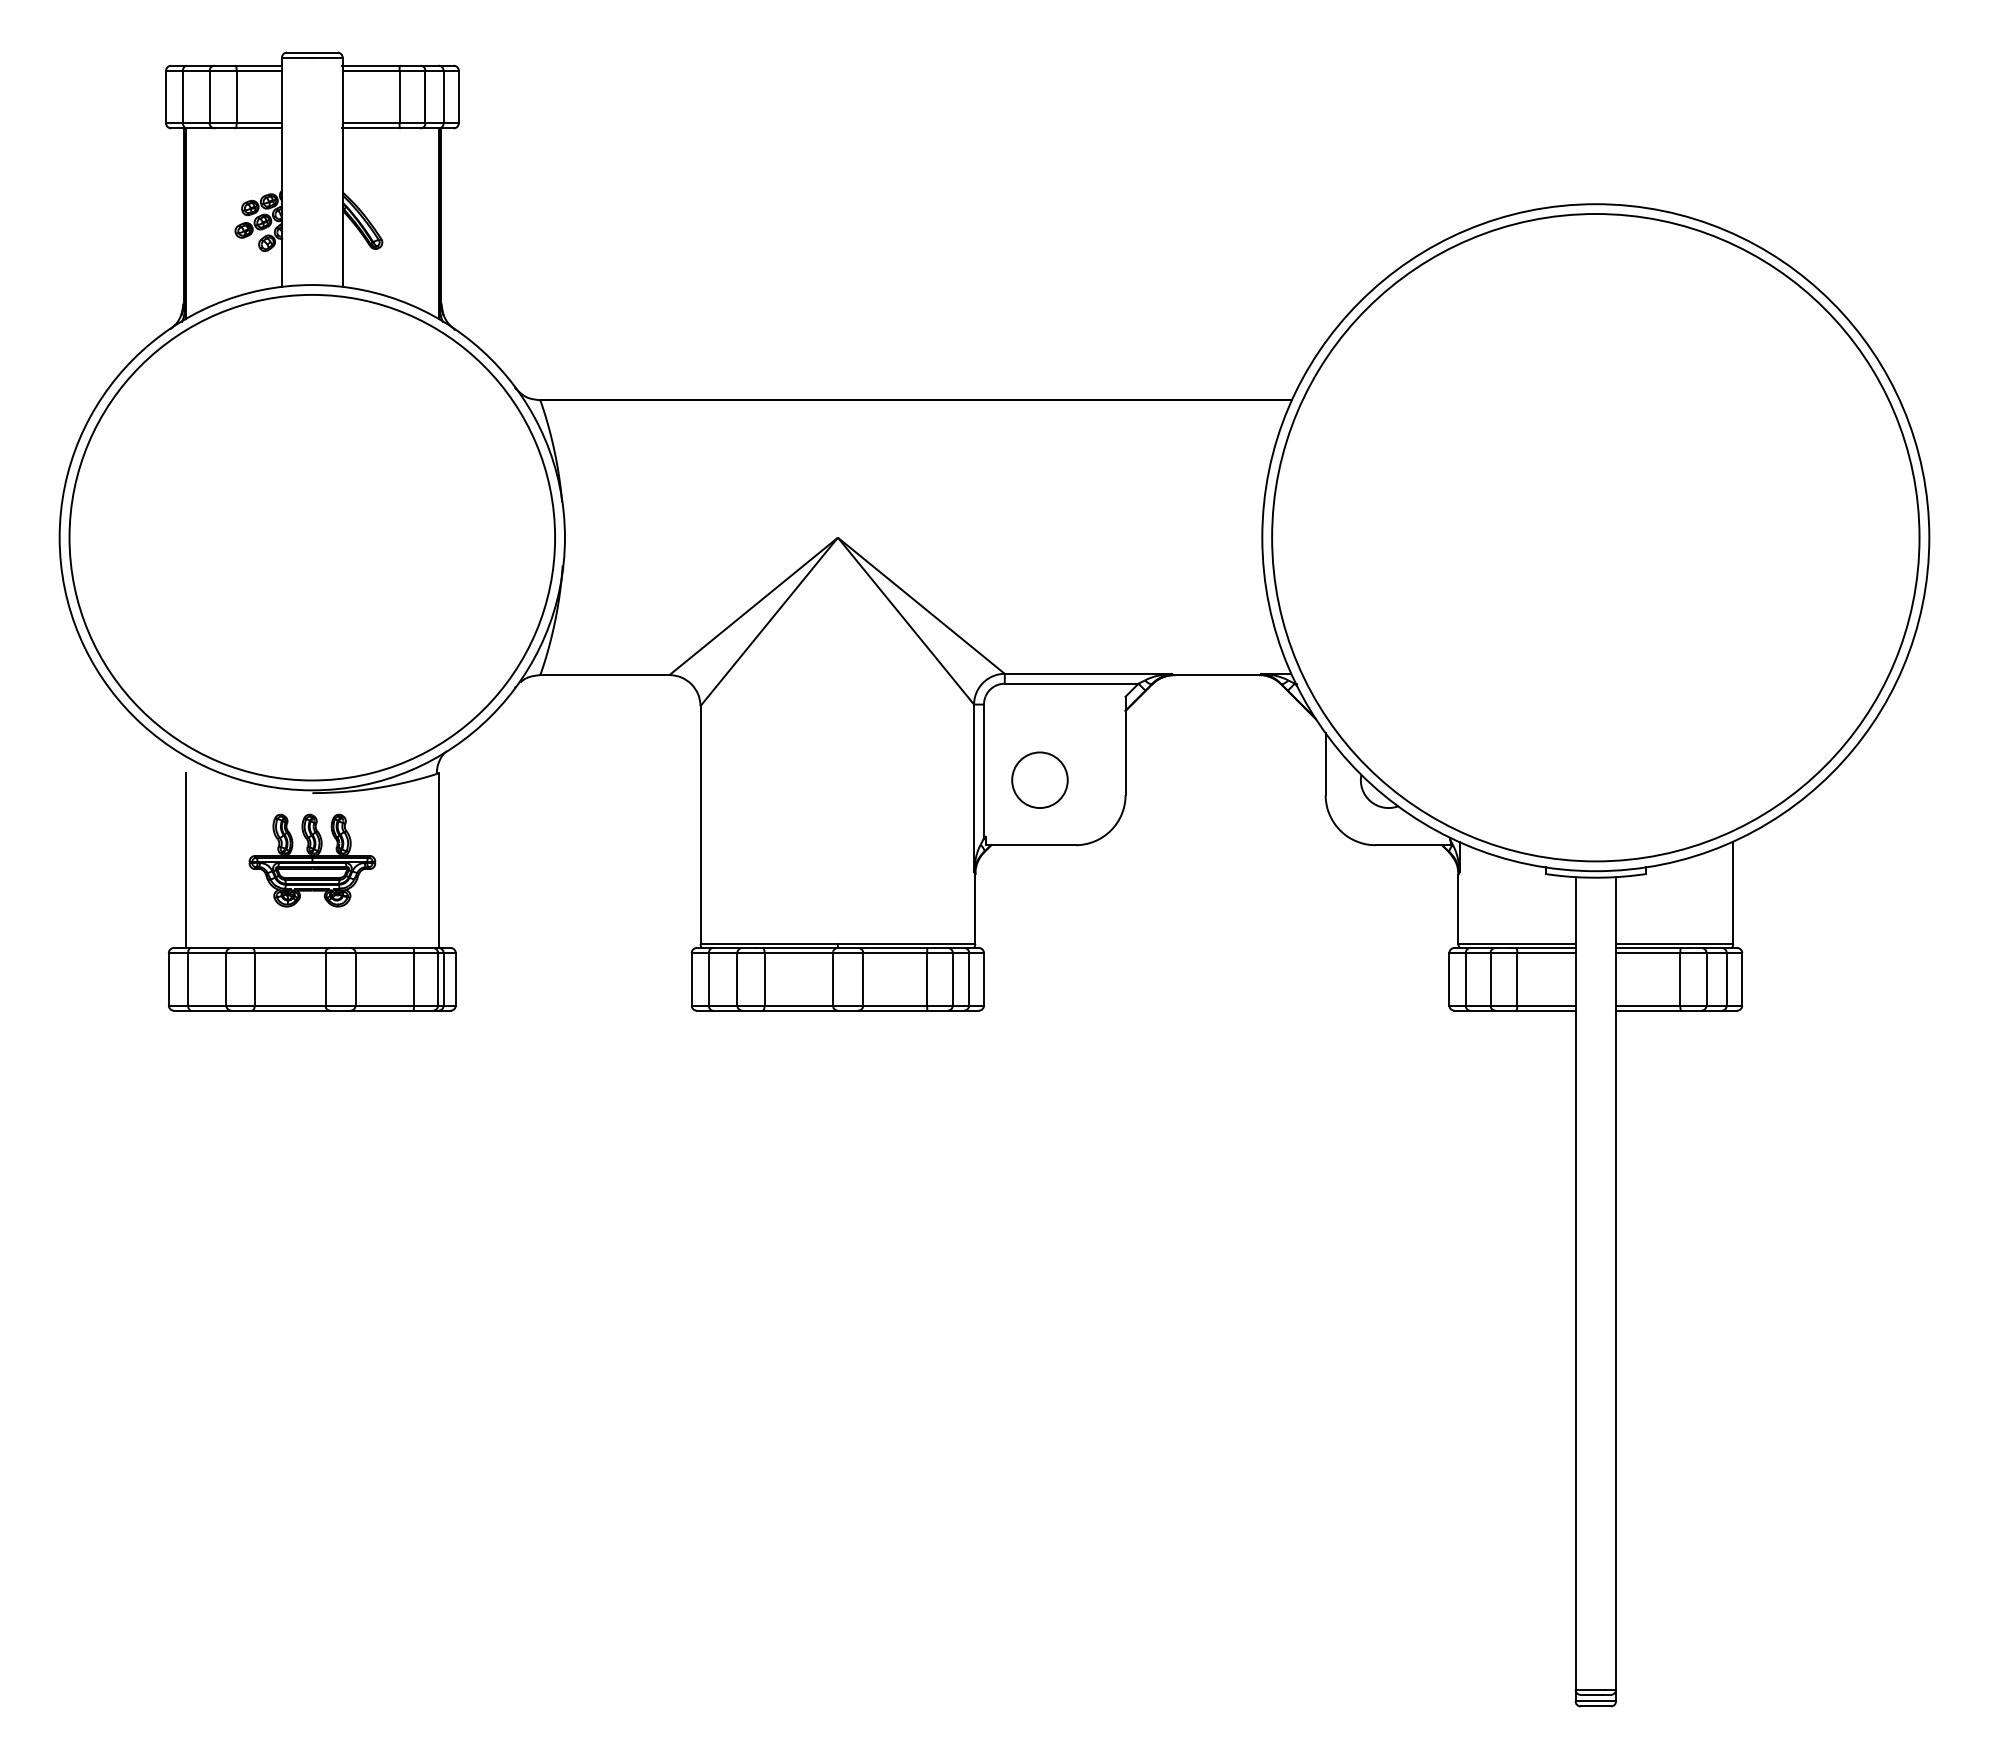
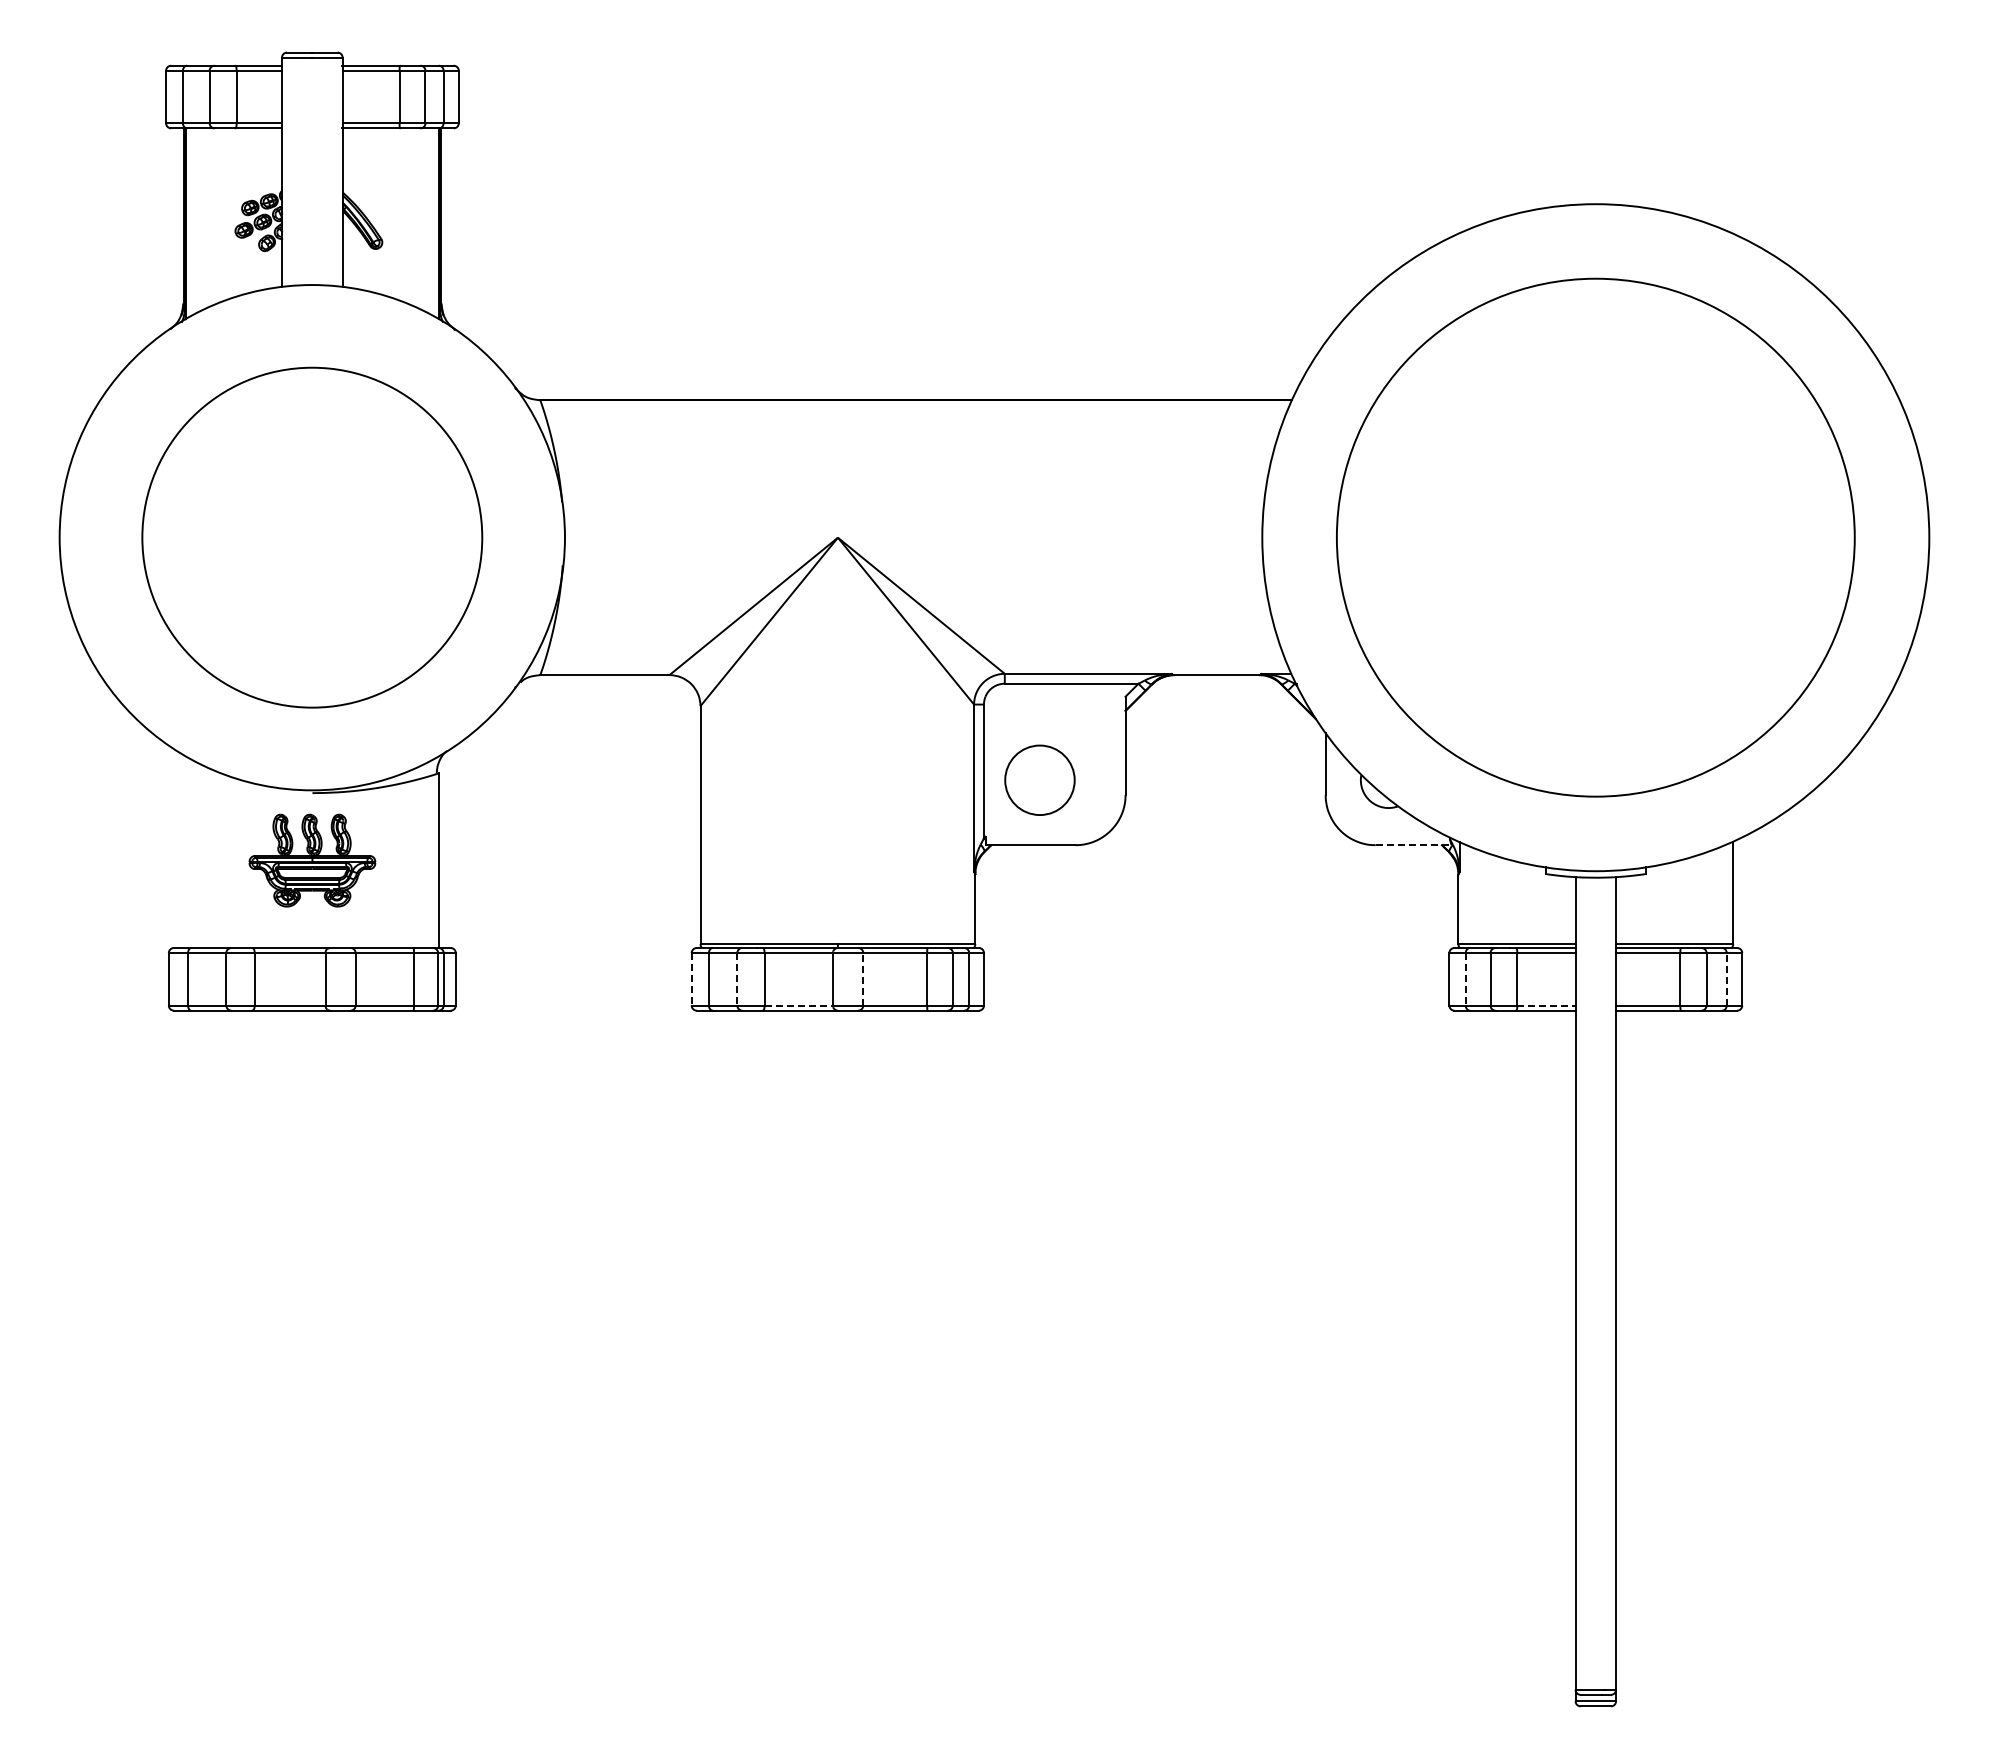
circle at (312, 537) diameter: 486 px -> 340 px
circle at (1595, 537) diameter: 647 px -> 518 px
circle at (1039, 779) size: 58x58 px -> 72x72 px
line at (1413, 845): solid -> dashed
line at (186, 860): present -> none
line at (863, 978): solid -> dashed
line at (1726, 978): solid -> dashed
line at (691, 979): solid -> dashed
line at (737, 979): solid -> dashed
line at (1465, 979): solid -> dashed
line at (799, 1005): solid -> dashed
line at (1546, 1005): solid -> dashed
